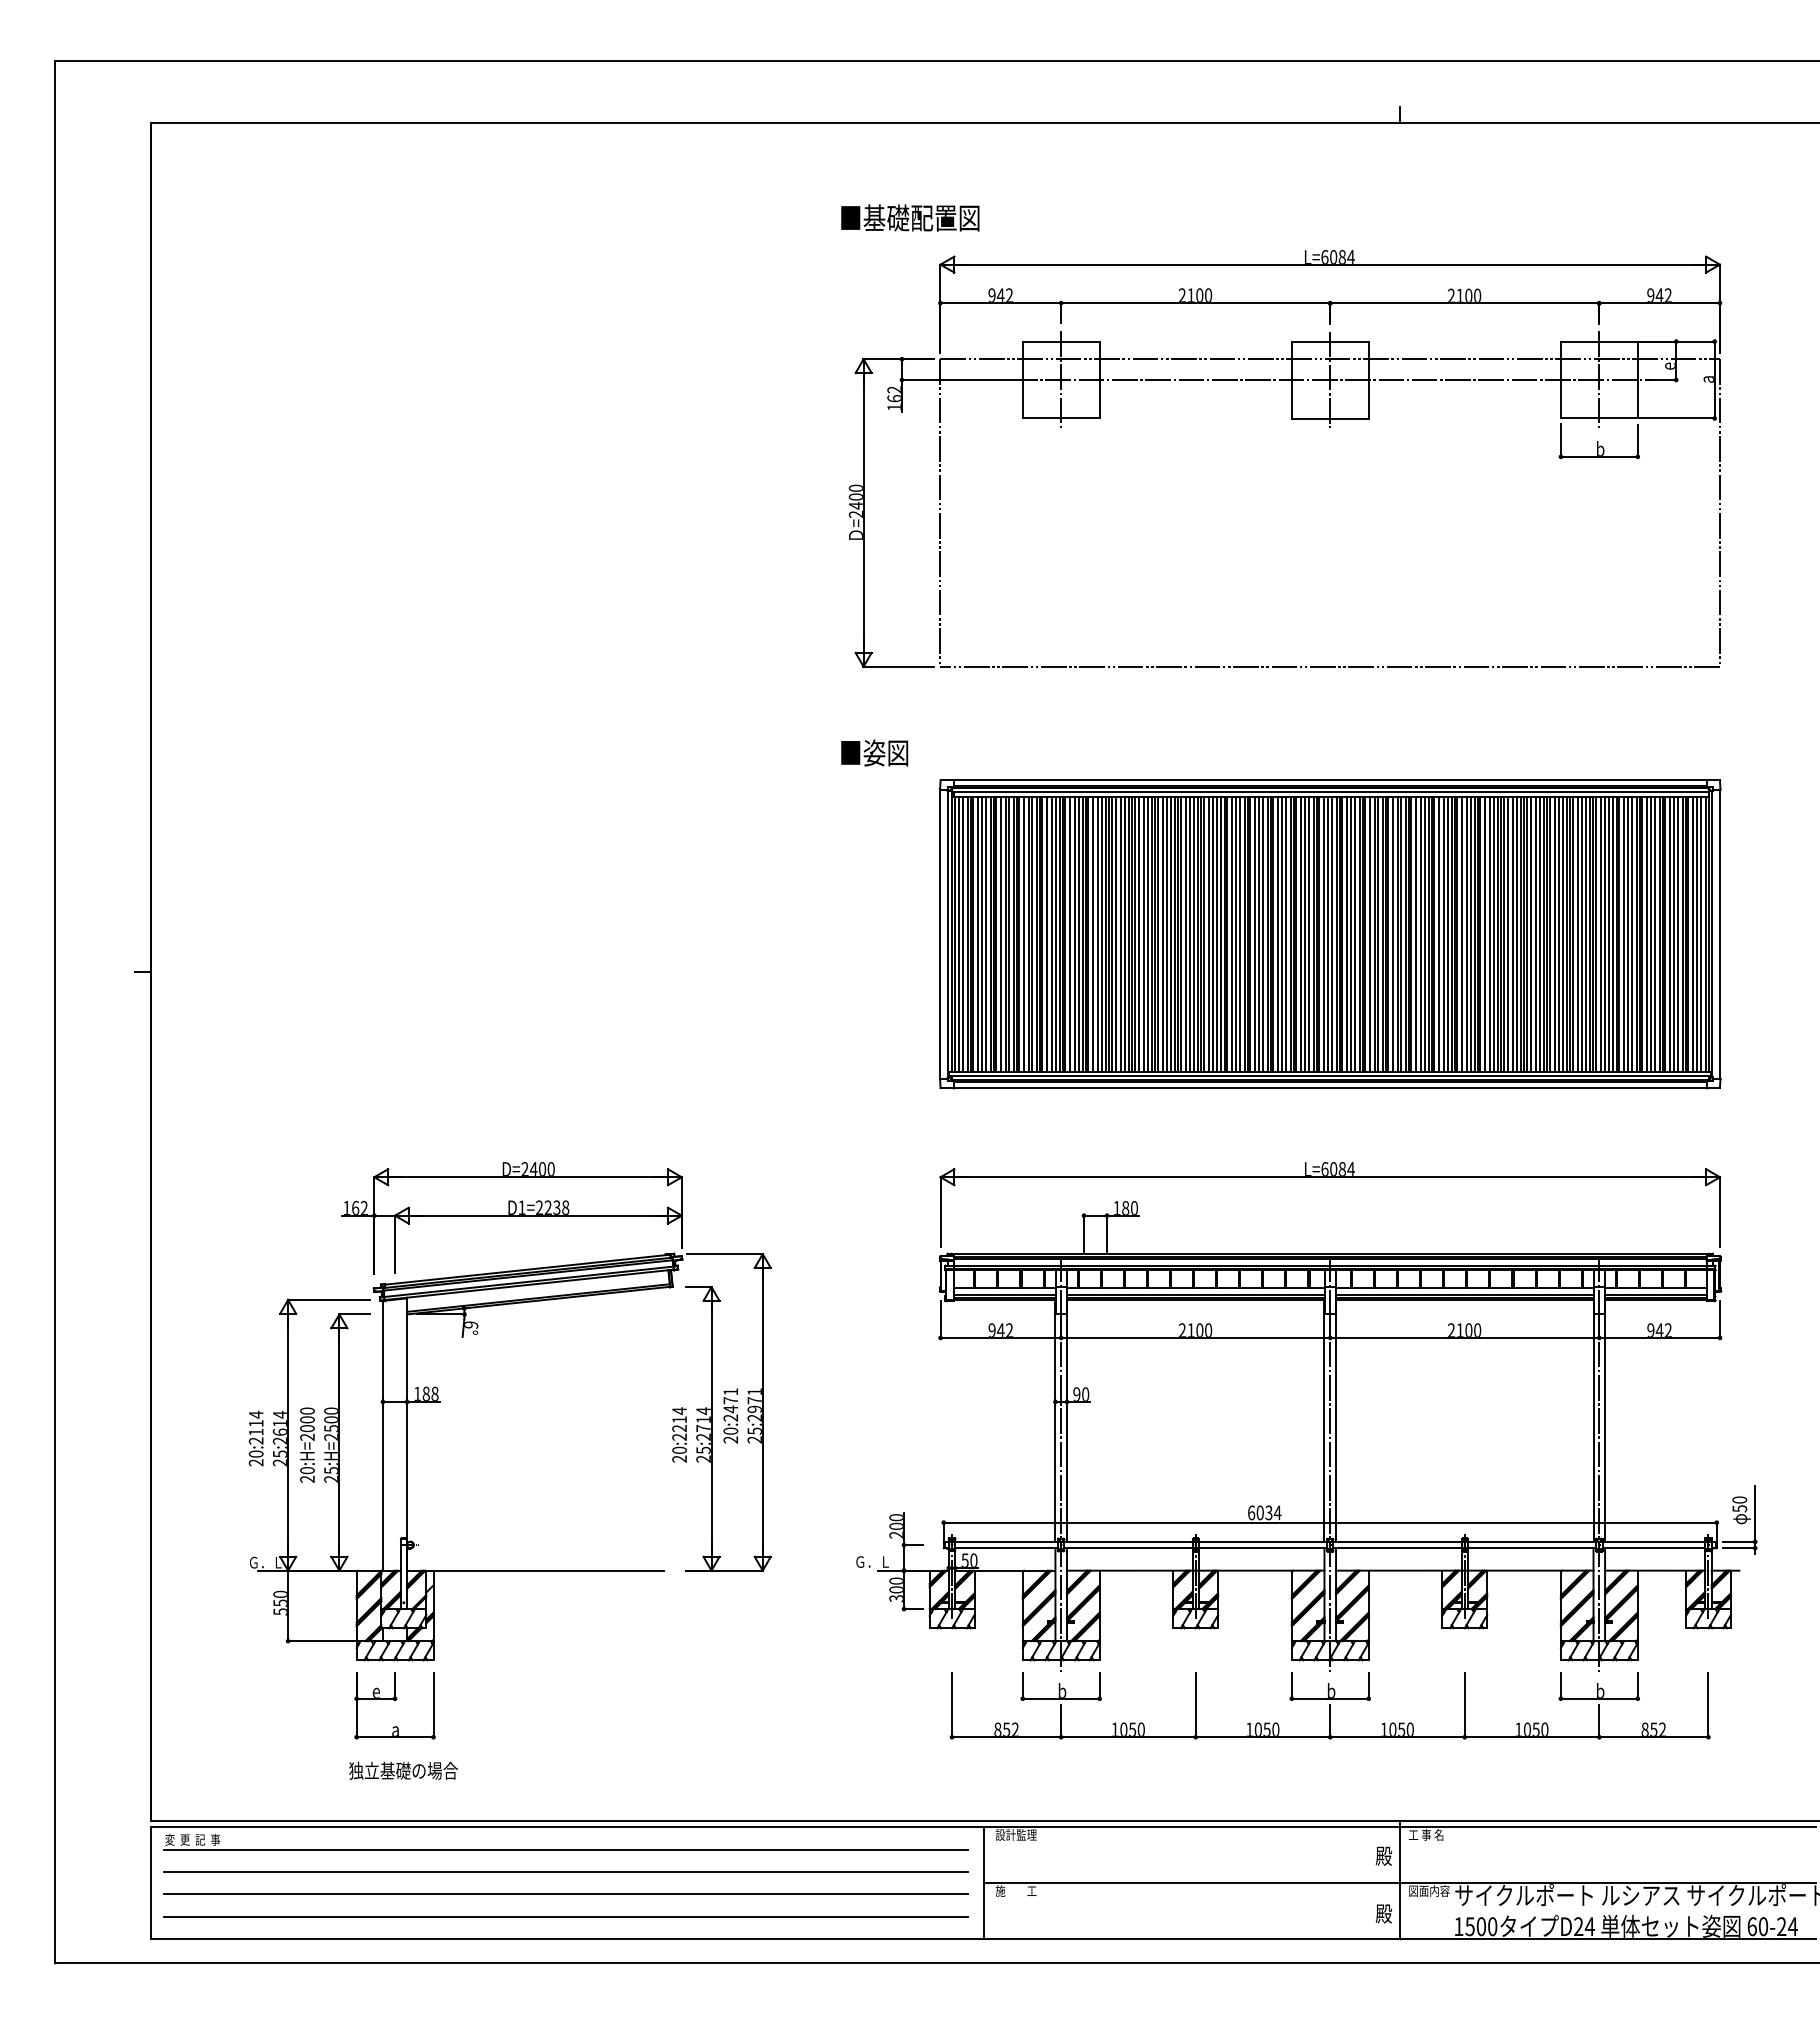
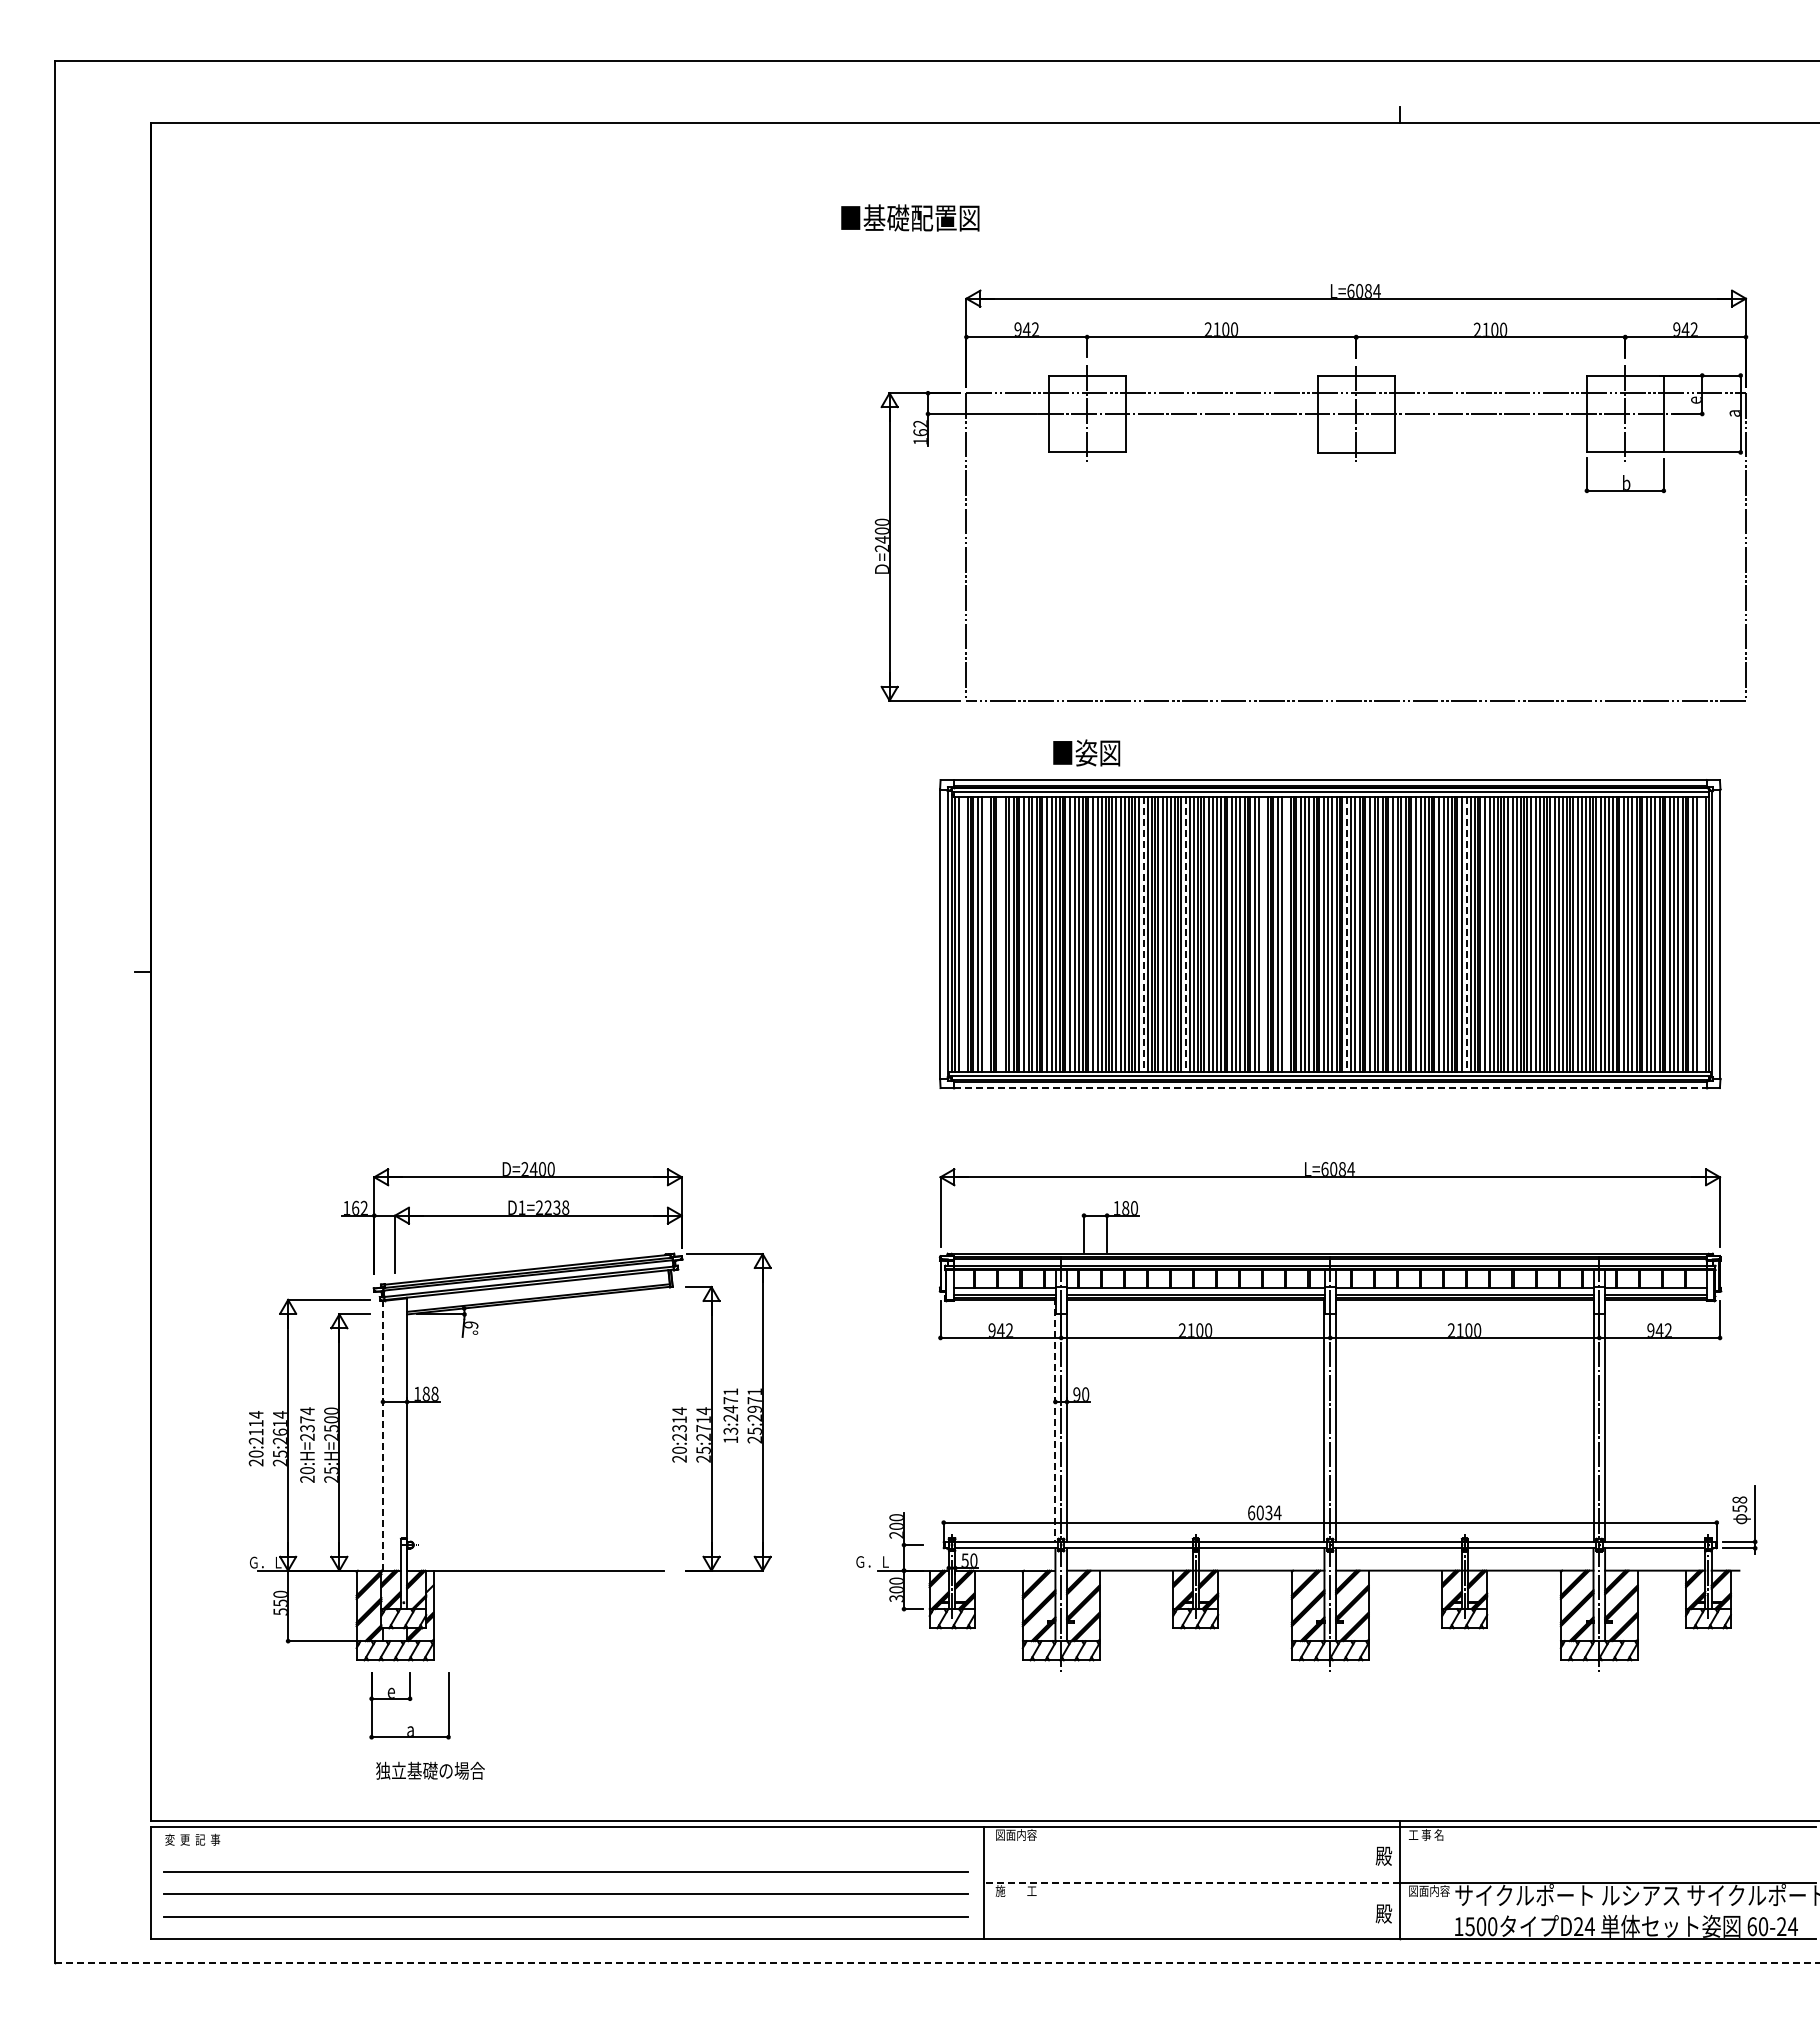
part at (1291, 419) position: (1291, 419) -> (1317, 453)
text at (874, 752) position: (874, 752) -> (1086, 752)
line at (963, 933): present -> none
line at (986, 933): present -> none
line at (1001, 933): present -> none
line at (1263, 933): present -> none
line at (1286, 933): present -> none
line at (1701, 933): present -> none
line at (1143, 934): solid -> dashed
line at (1185, 934): solid -> dashed
line at (1346, 934): solid -> dashed
line at (1466, 934): solid -> dashed
line at (1330, 1087): solid -> dashed
text at (307, 1419): 20:H=2000 -> 20:H=2374
line at (1055, 1420): solid -> dashed
text at (679, 1428): 20:2214 -> 20:2314
line at (383, 1435): solid -> dashed
text at (730, 1435): 20:2471 -> 13:2471
text at (1739, 1499): 50 -> 58
part at (394, 1705) position: (394, 1705) -> (409, 1705)
part at (1329, 1705): present -> none
text at (403, 1770) position: (403, 1770) -> (430, 1770)
text at (1015, 1834): 設計監理 -> 図面内容
line at (565, 1849): present -> none
line at (1192, 1883): solid -> dashed
line at (937, 1963): solid -> dashed
